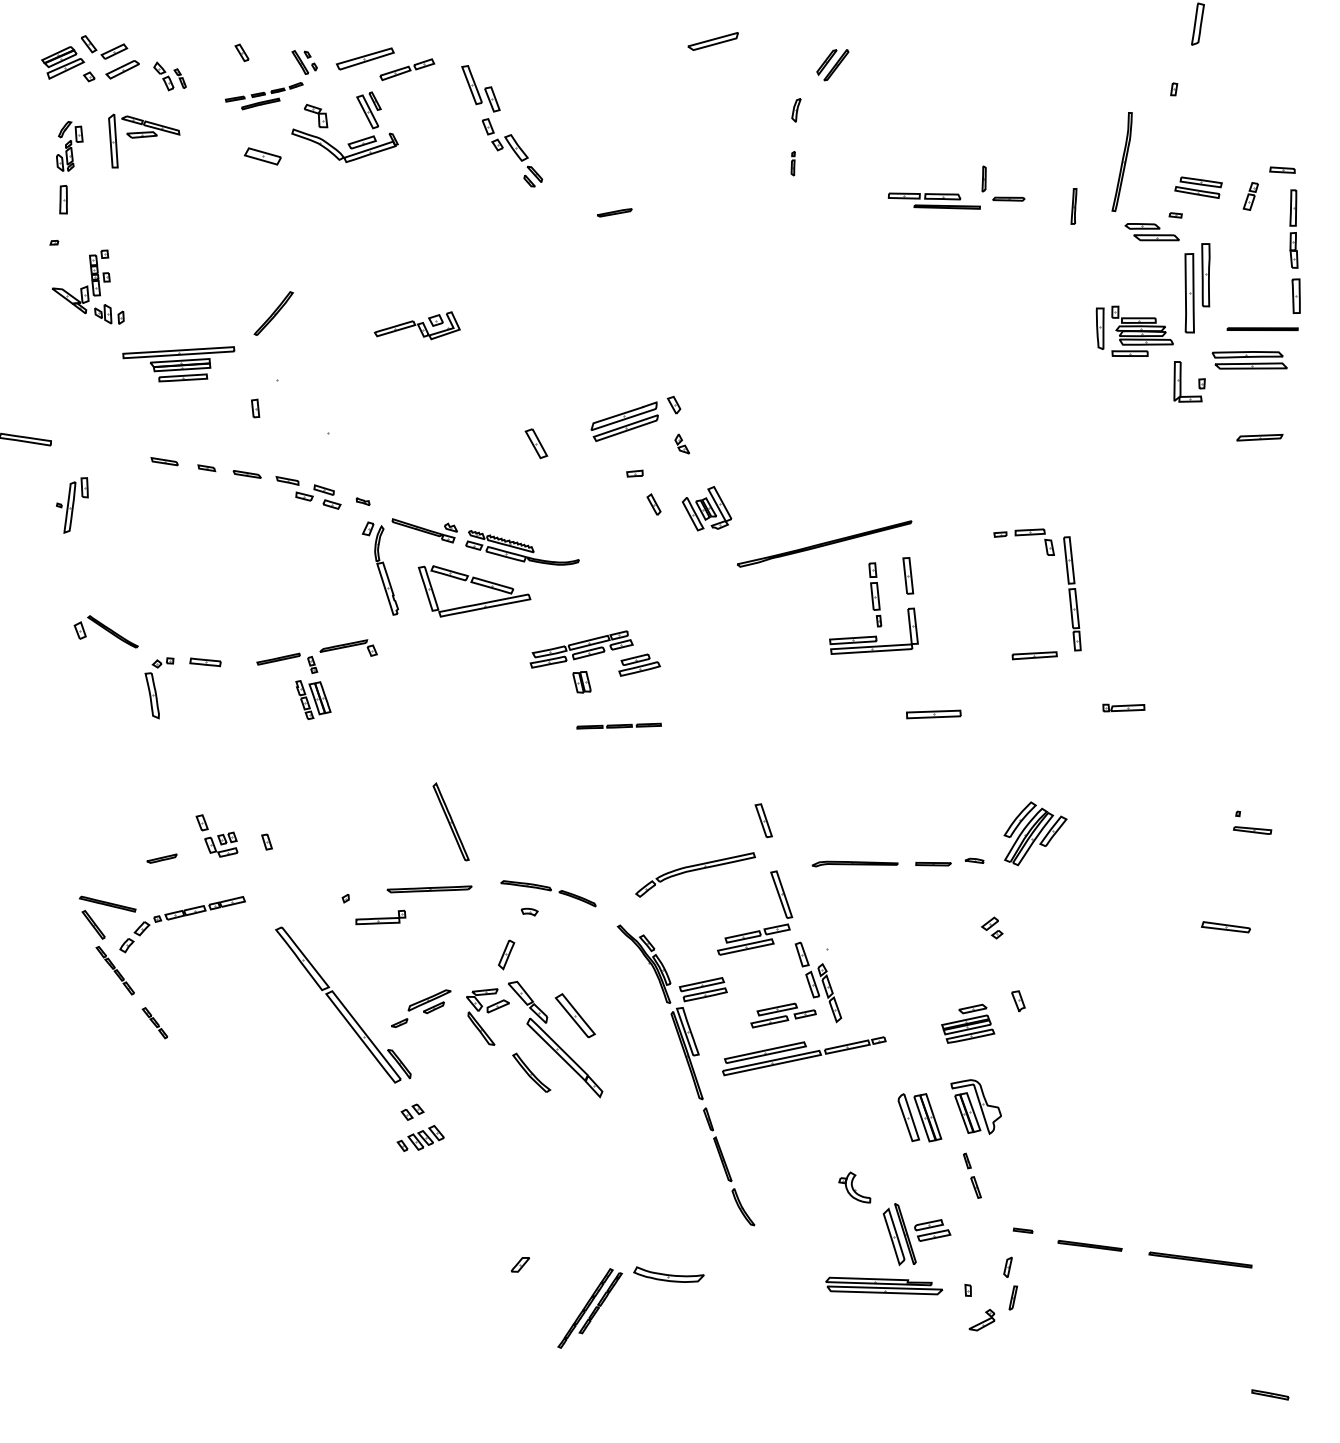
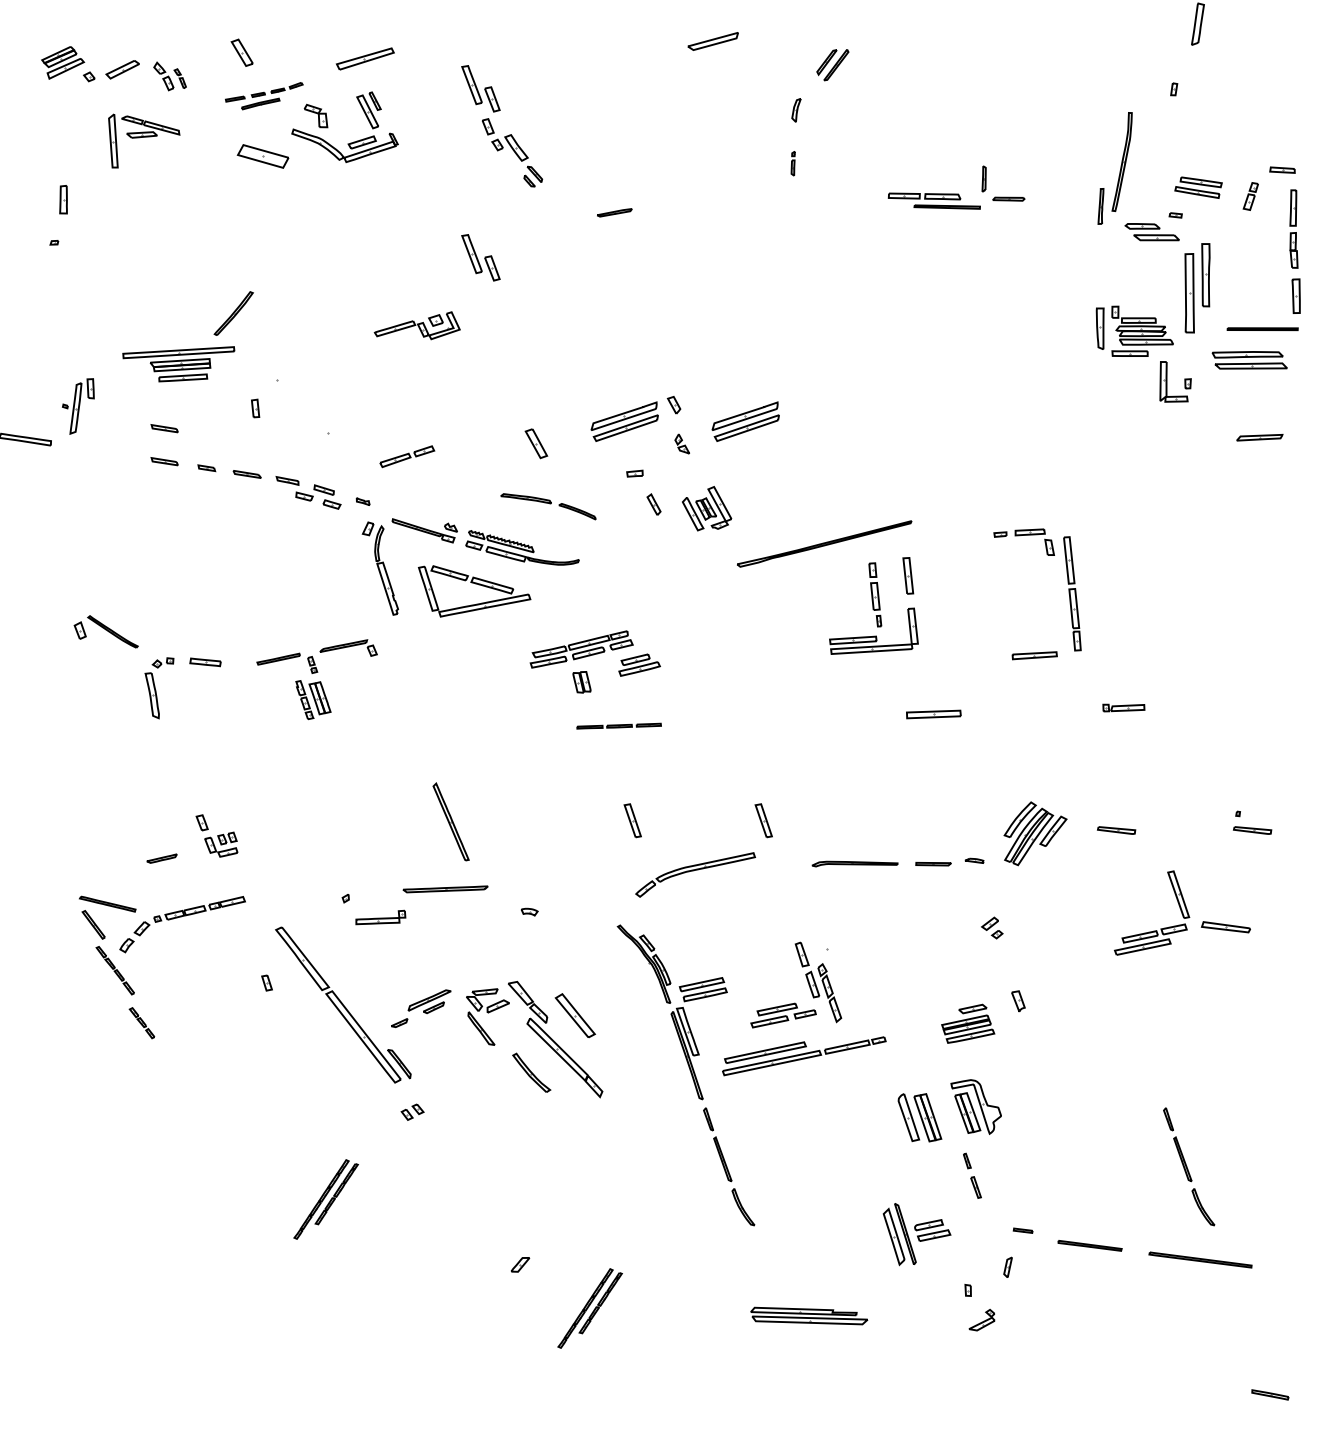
part at (104, 47): present -> none
part at (241, 52) size: 16x20 px -> 24x29 px
part at (304, 62): present -> none
part at (407, 69) position: (407, 69) -> (407, 456)
part at (69, 146): present -> none
part at (262, 156) size: 39x19 px -> 54x25 px
part at (1073, 206) position: (1073, 206) -> (1100, 206)
part at (480, 257): none -> present
part at (87, 286): present -> none
part at (273, 313) position: (273, 313) -> (233, 313)
part at (1181, 381) position: (1181, 381) -> (1167, 381)
part at (745, 421): none -> present
part at (164, 428): none -> present
part at (72, 505) position: (72, 505) -> (78, 406)
part at (632, 820): none -> present
part at (1116, 830): none -> present
part at (266, 841) position: (266, 841) -> (266, 982)
part at (429, 889) position: (429, 889) -> (445, 889)
part at (548, 893) position: (548, 893) -> (548, 506)
part at (763, 928) position: (763, 928) -> (1160, 928)
part at (506, 954): present -> none
part at (154, 1023) position: (154, 1023) -> (141, 1023)
part at (420, 1138): present -> none
part at (1189, 1166): none -> present
part at (854, 1187): present -> none
part at (325, 1199): none -> present
part at (668, 1274): present -> none
part at (884, 1285) position: (884, 1285) -> (809, 1315)
part at (1013, 1297): present -> none
